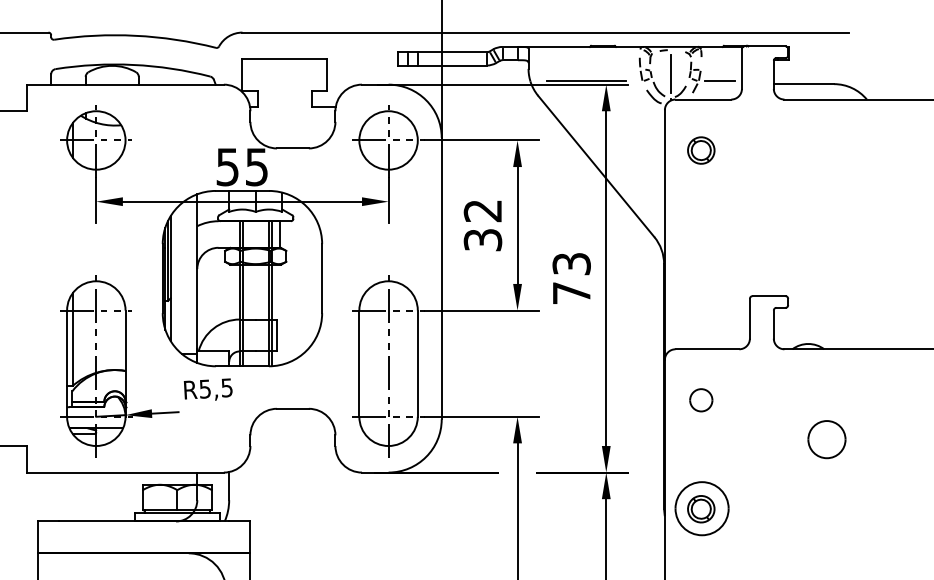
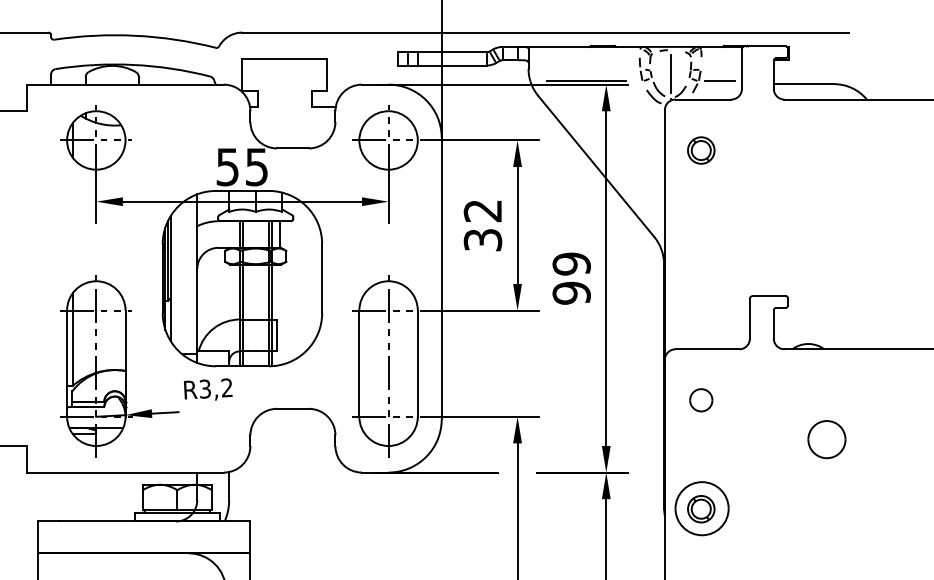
text at (571, 278): 73 -> 99
text at (215, 387): R5,5 -> R3,2
